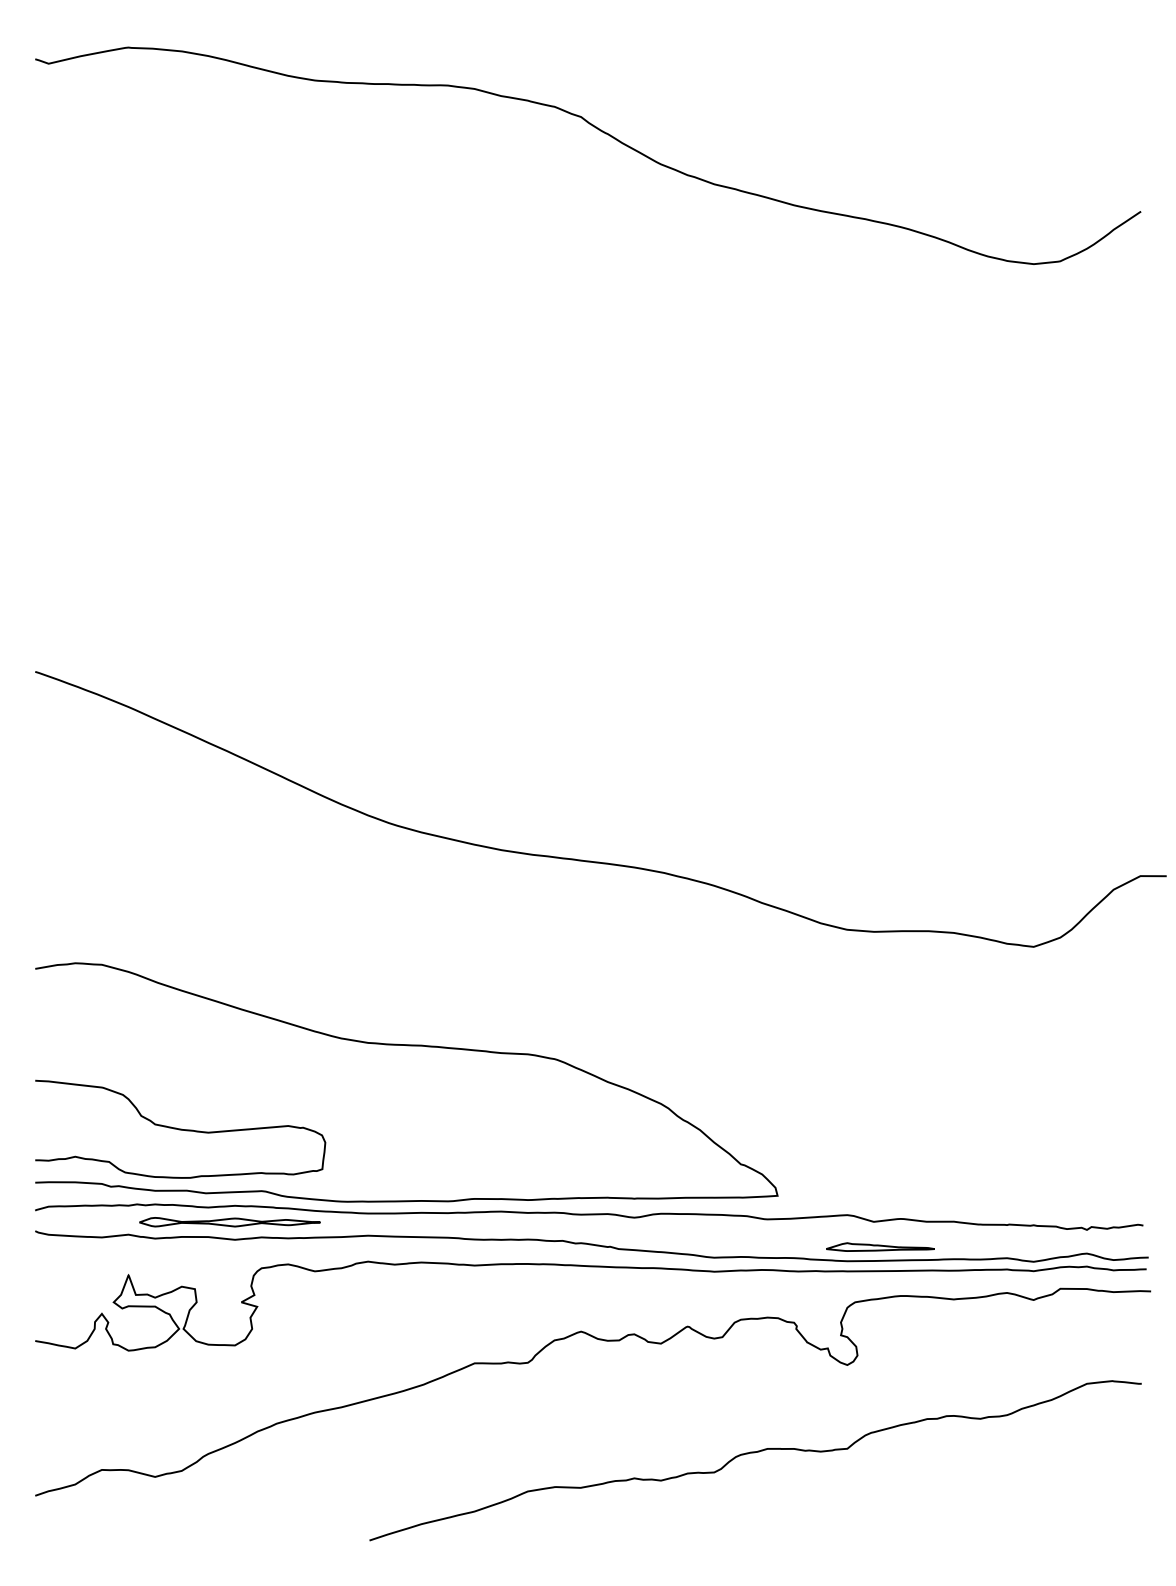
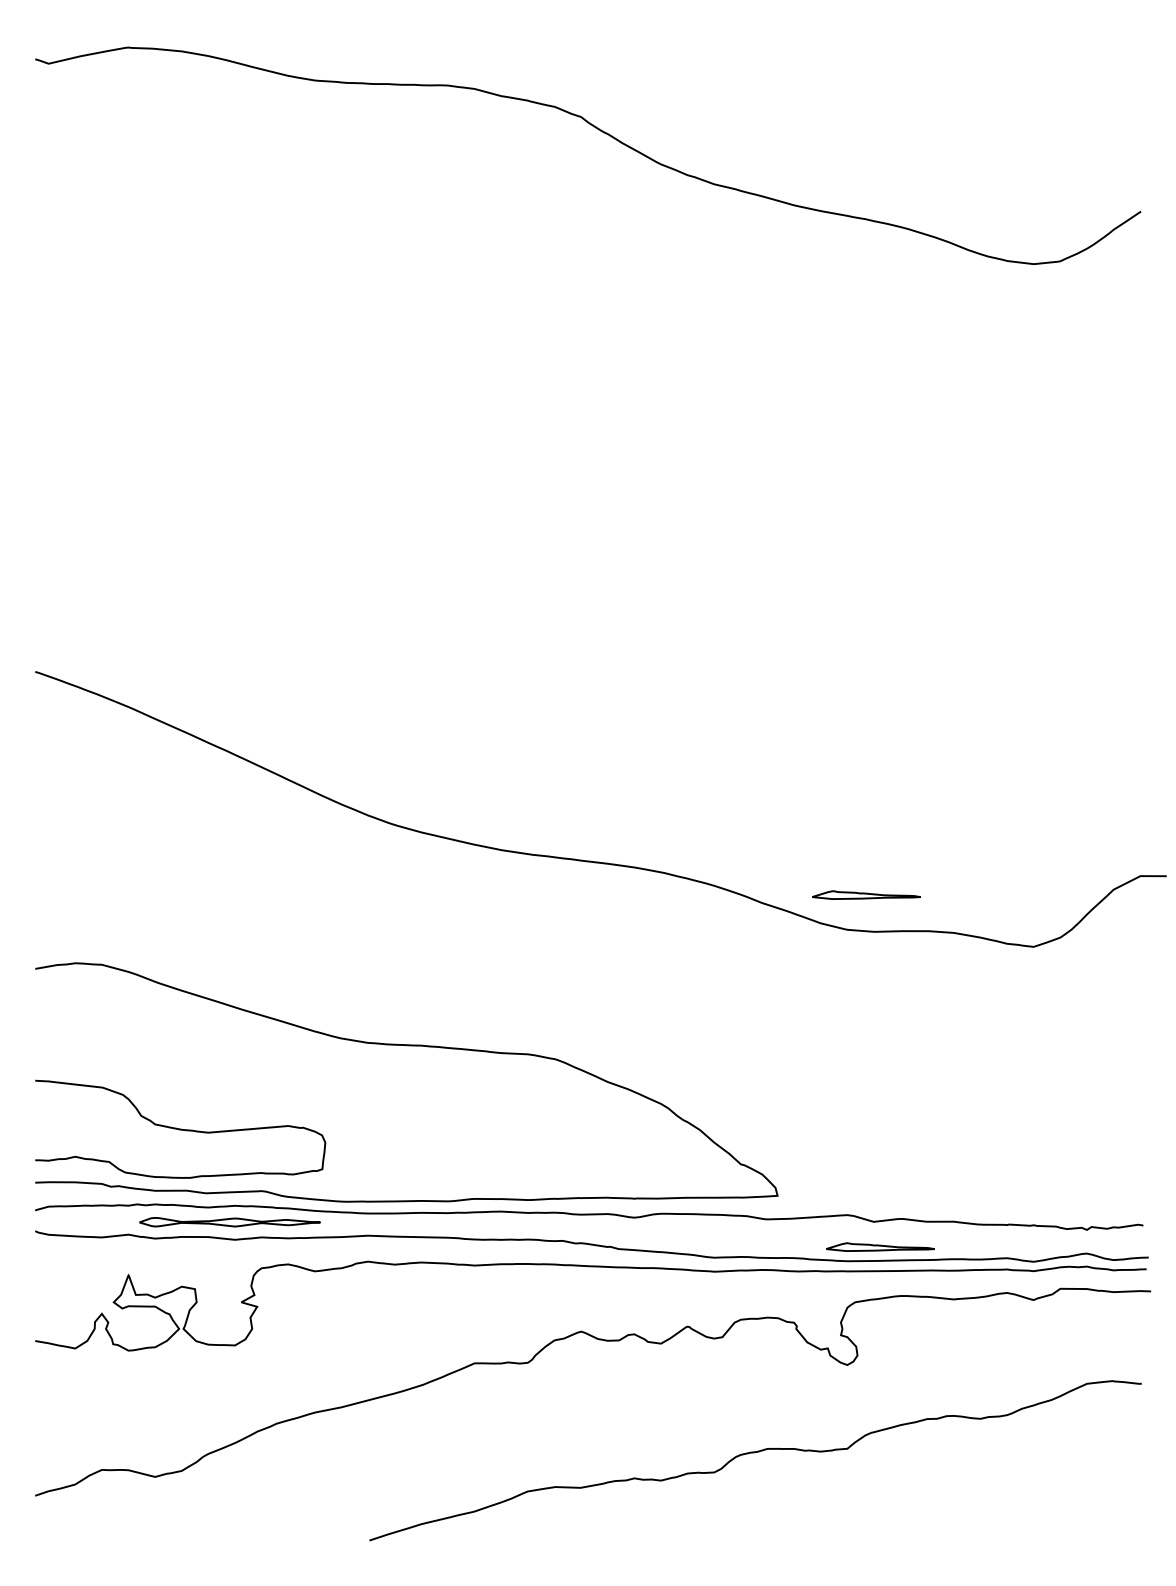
part at (866, 894): none -> present
